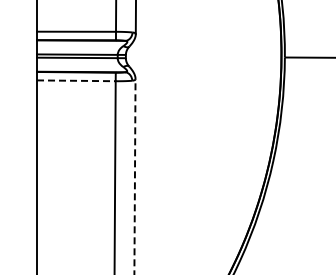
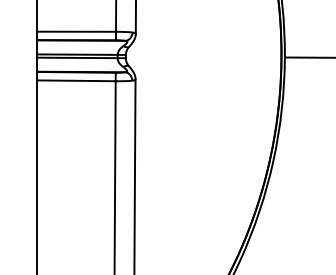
line at (76, 80): dashed -> solid
line at (134, 176): dashed -> solid
